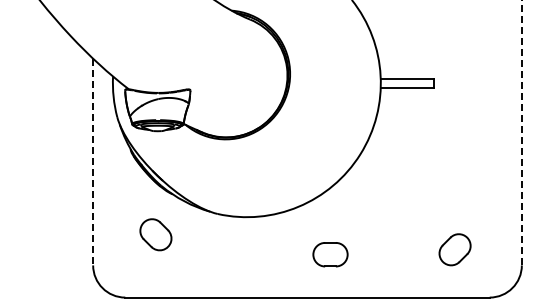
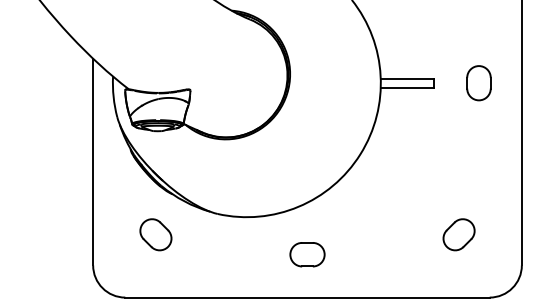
part at (478, 83): none -> present
line at (521, 132): dashed -> solid
line at (93, 162): dashed -> solid
part at (454, 249) position: (454, 249) -> (458, 234)
part at (330, 254) position: (330, 254) -> (307, 254)
